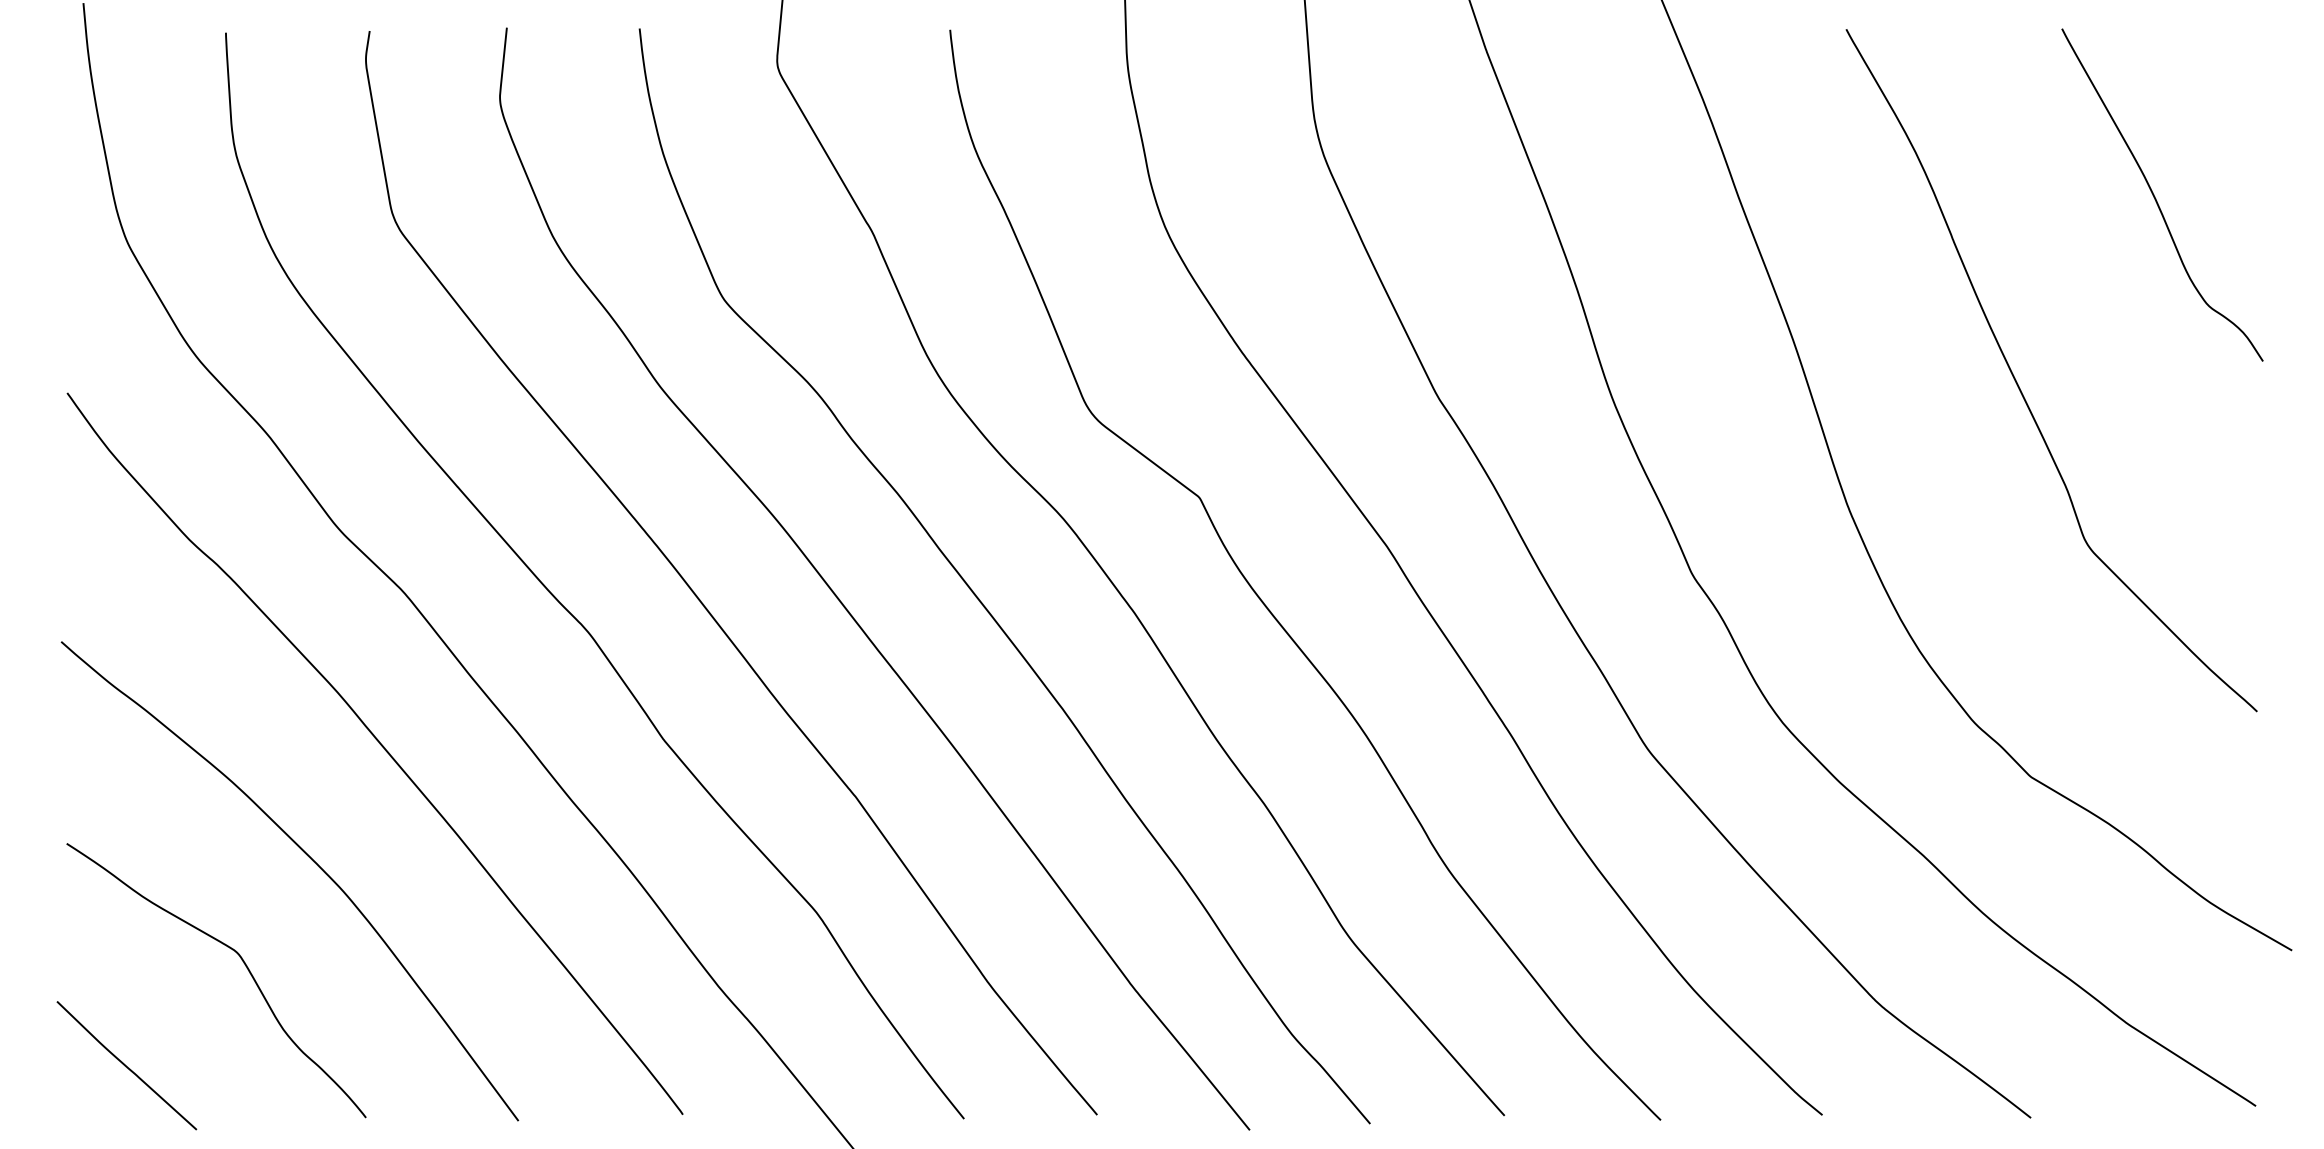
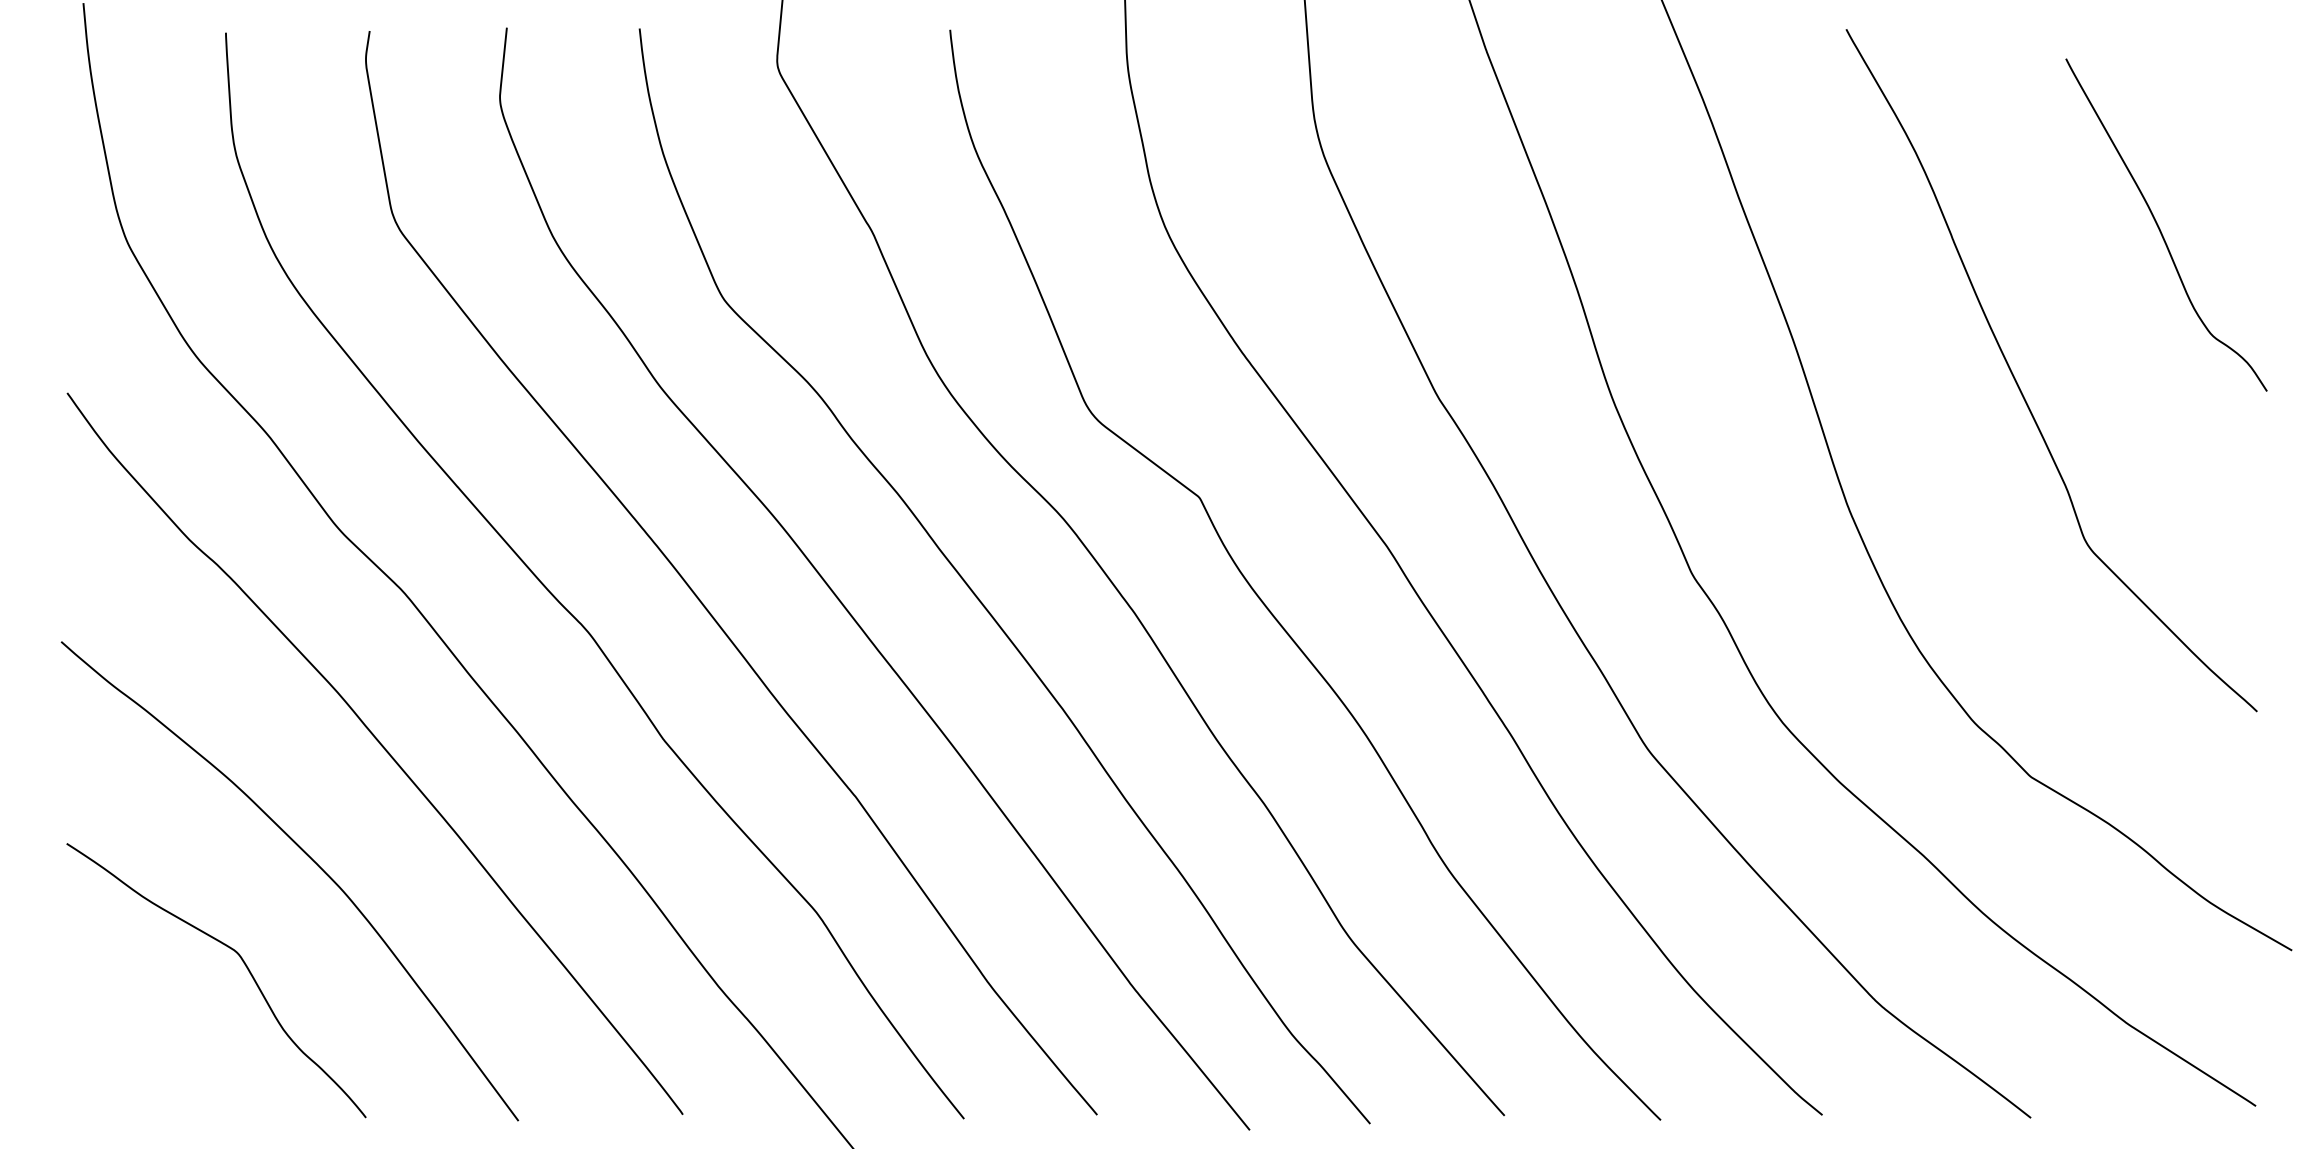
curve at (2156, 198) position: (2156, 198) -> (2160, 228)
curve at (126, 1065): present -> none
